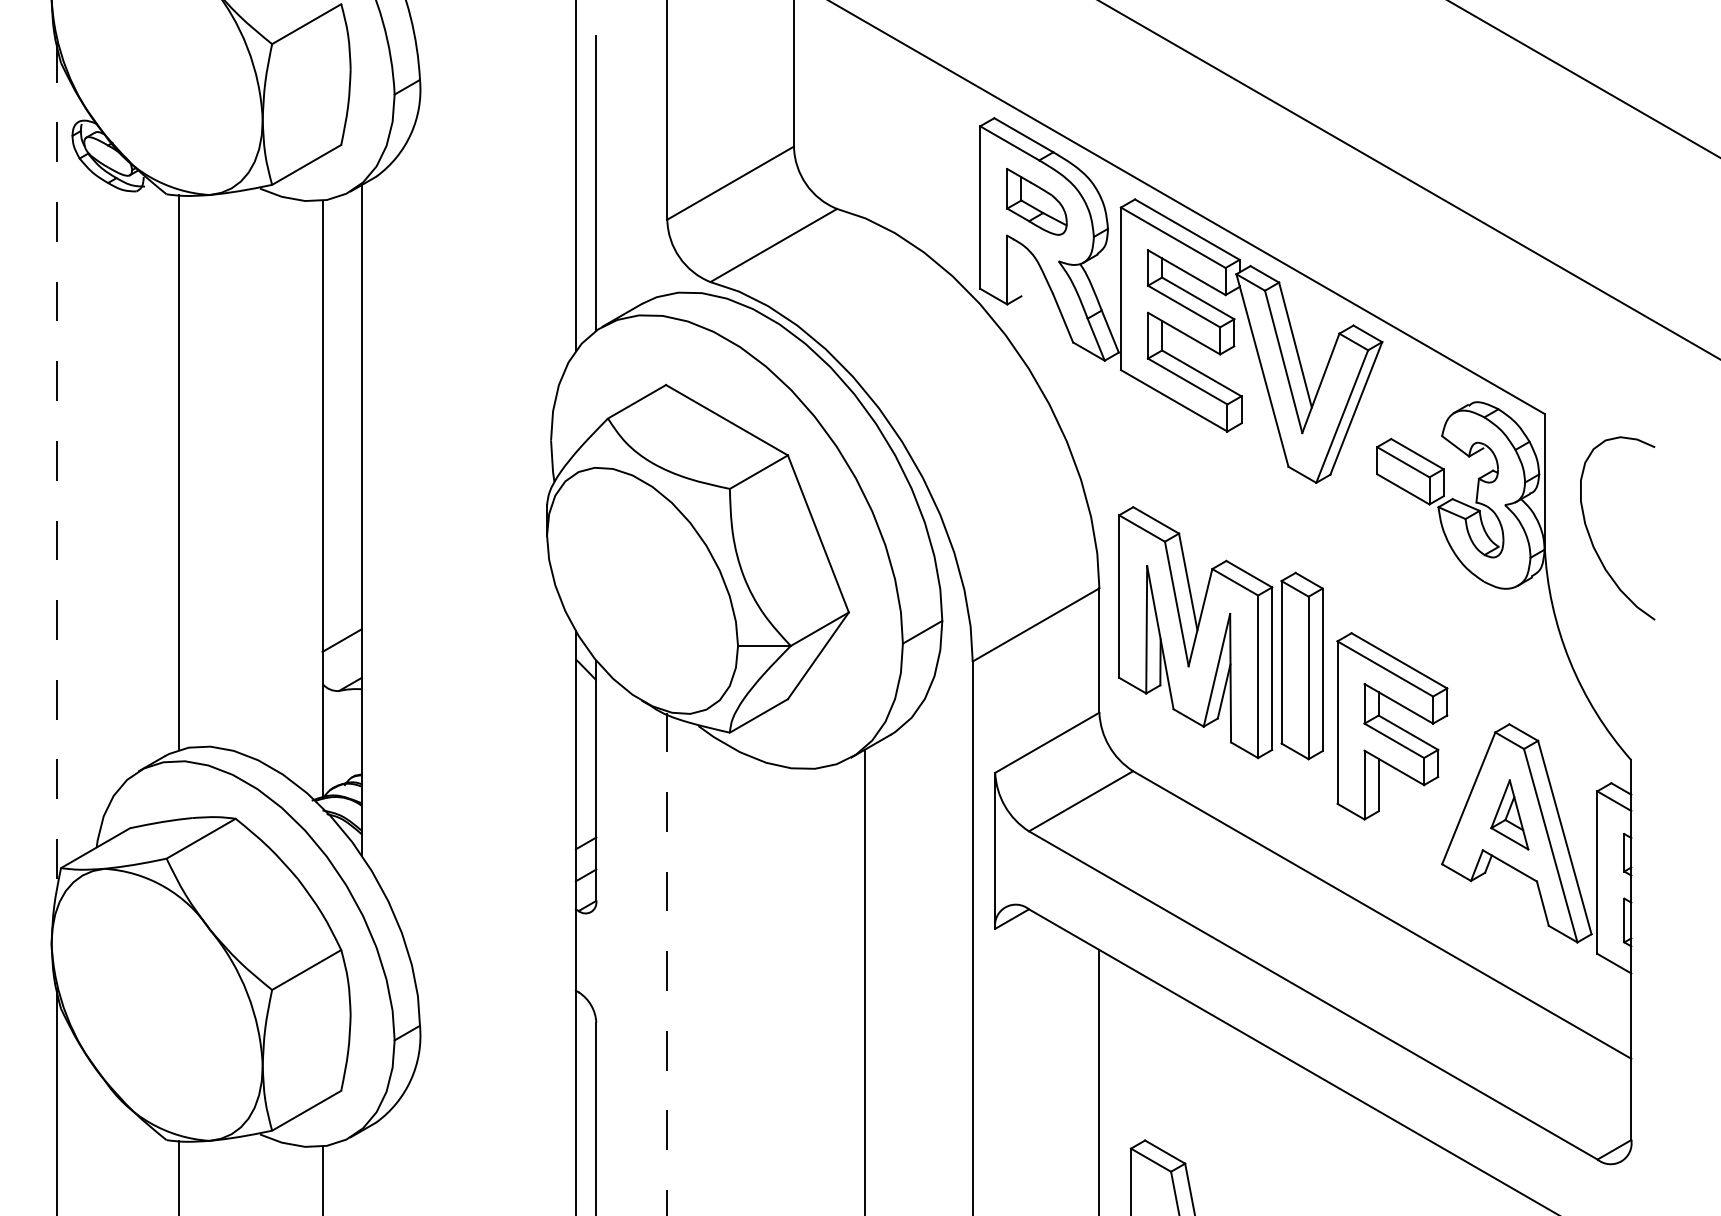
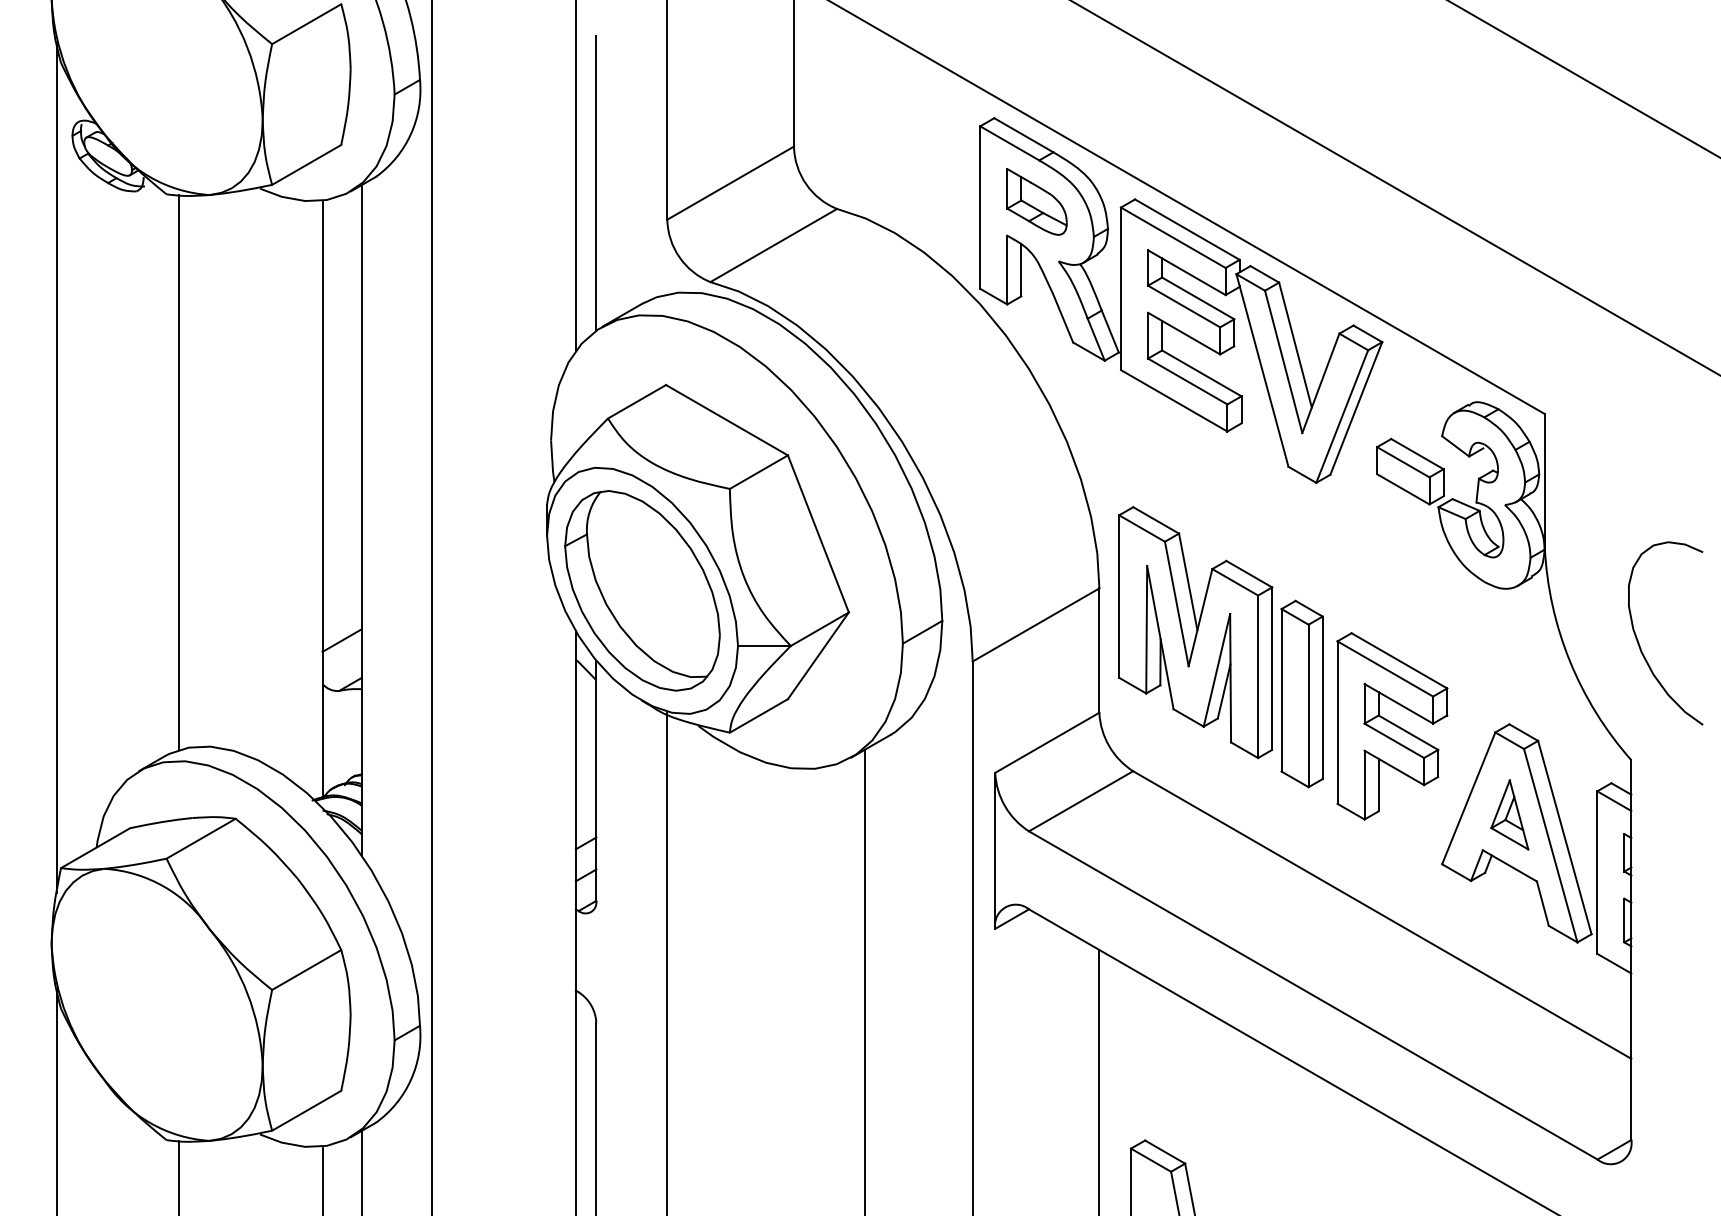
line at (1409, 179) position: (1409, 179) -> (1395, 187)
line at (1021, 270): none -> present
line at (56, 468): dashed -> solid
curve at (1591, 537) position: (1591, 537) -> (1639, 642)
part at (642, 590): none -> present
line at (432, 607): none -> present
part at (1301, 665) position: (1301, 665) -> (1301, 693)
line at (666, 963): dashed -> solid
line at (361, 1171): none -> present
